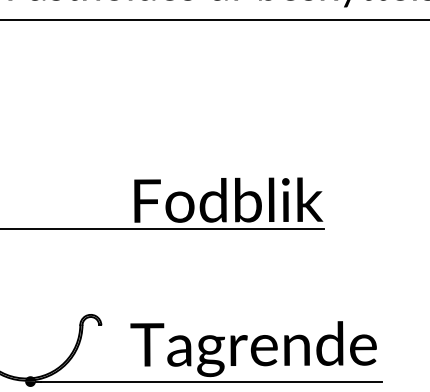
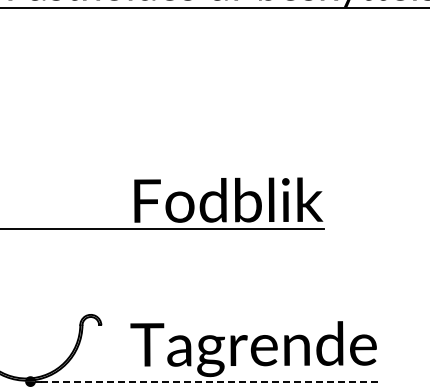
line at (214, 19) position: (214, 19) -> (214, 7)
line at (212, 381): solid -> dashed
